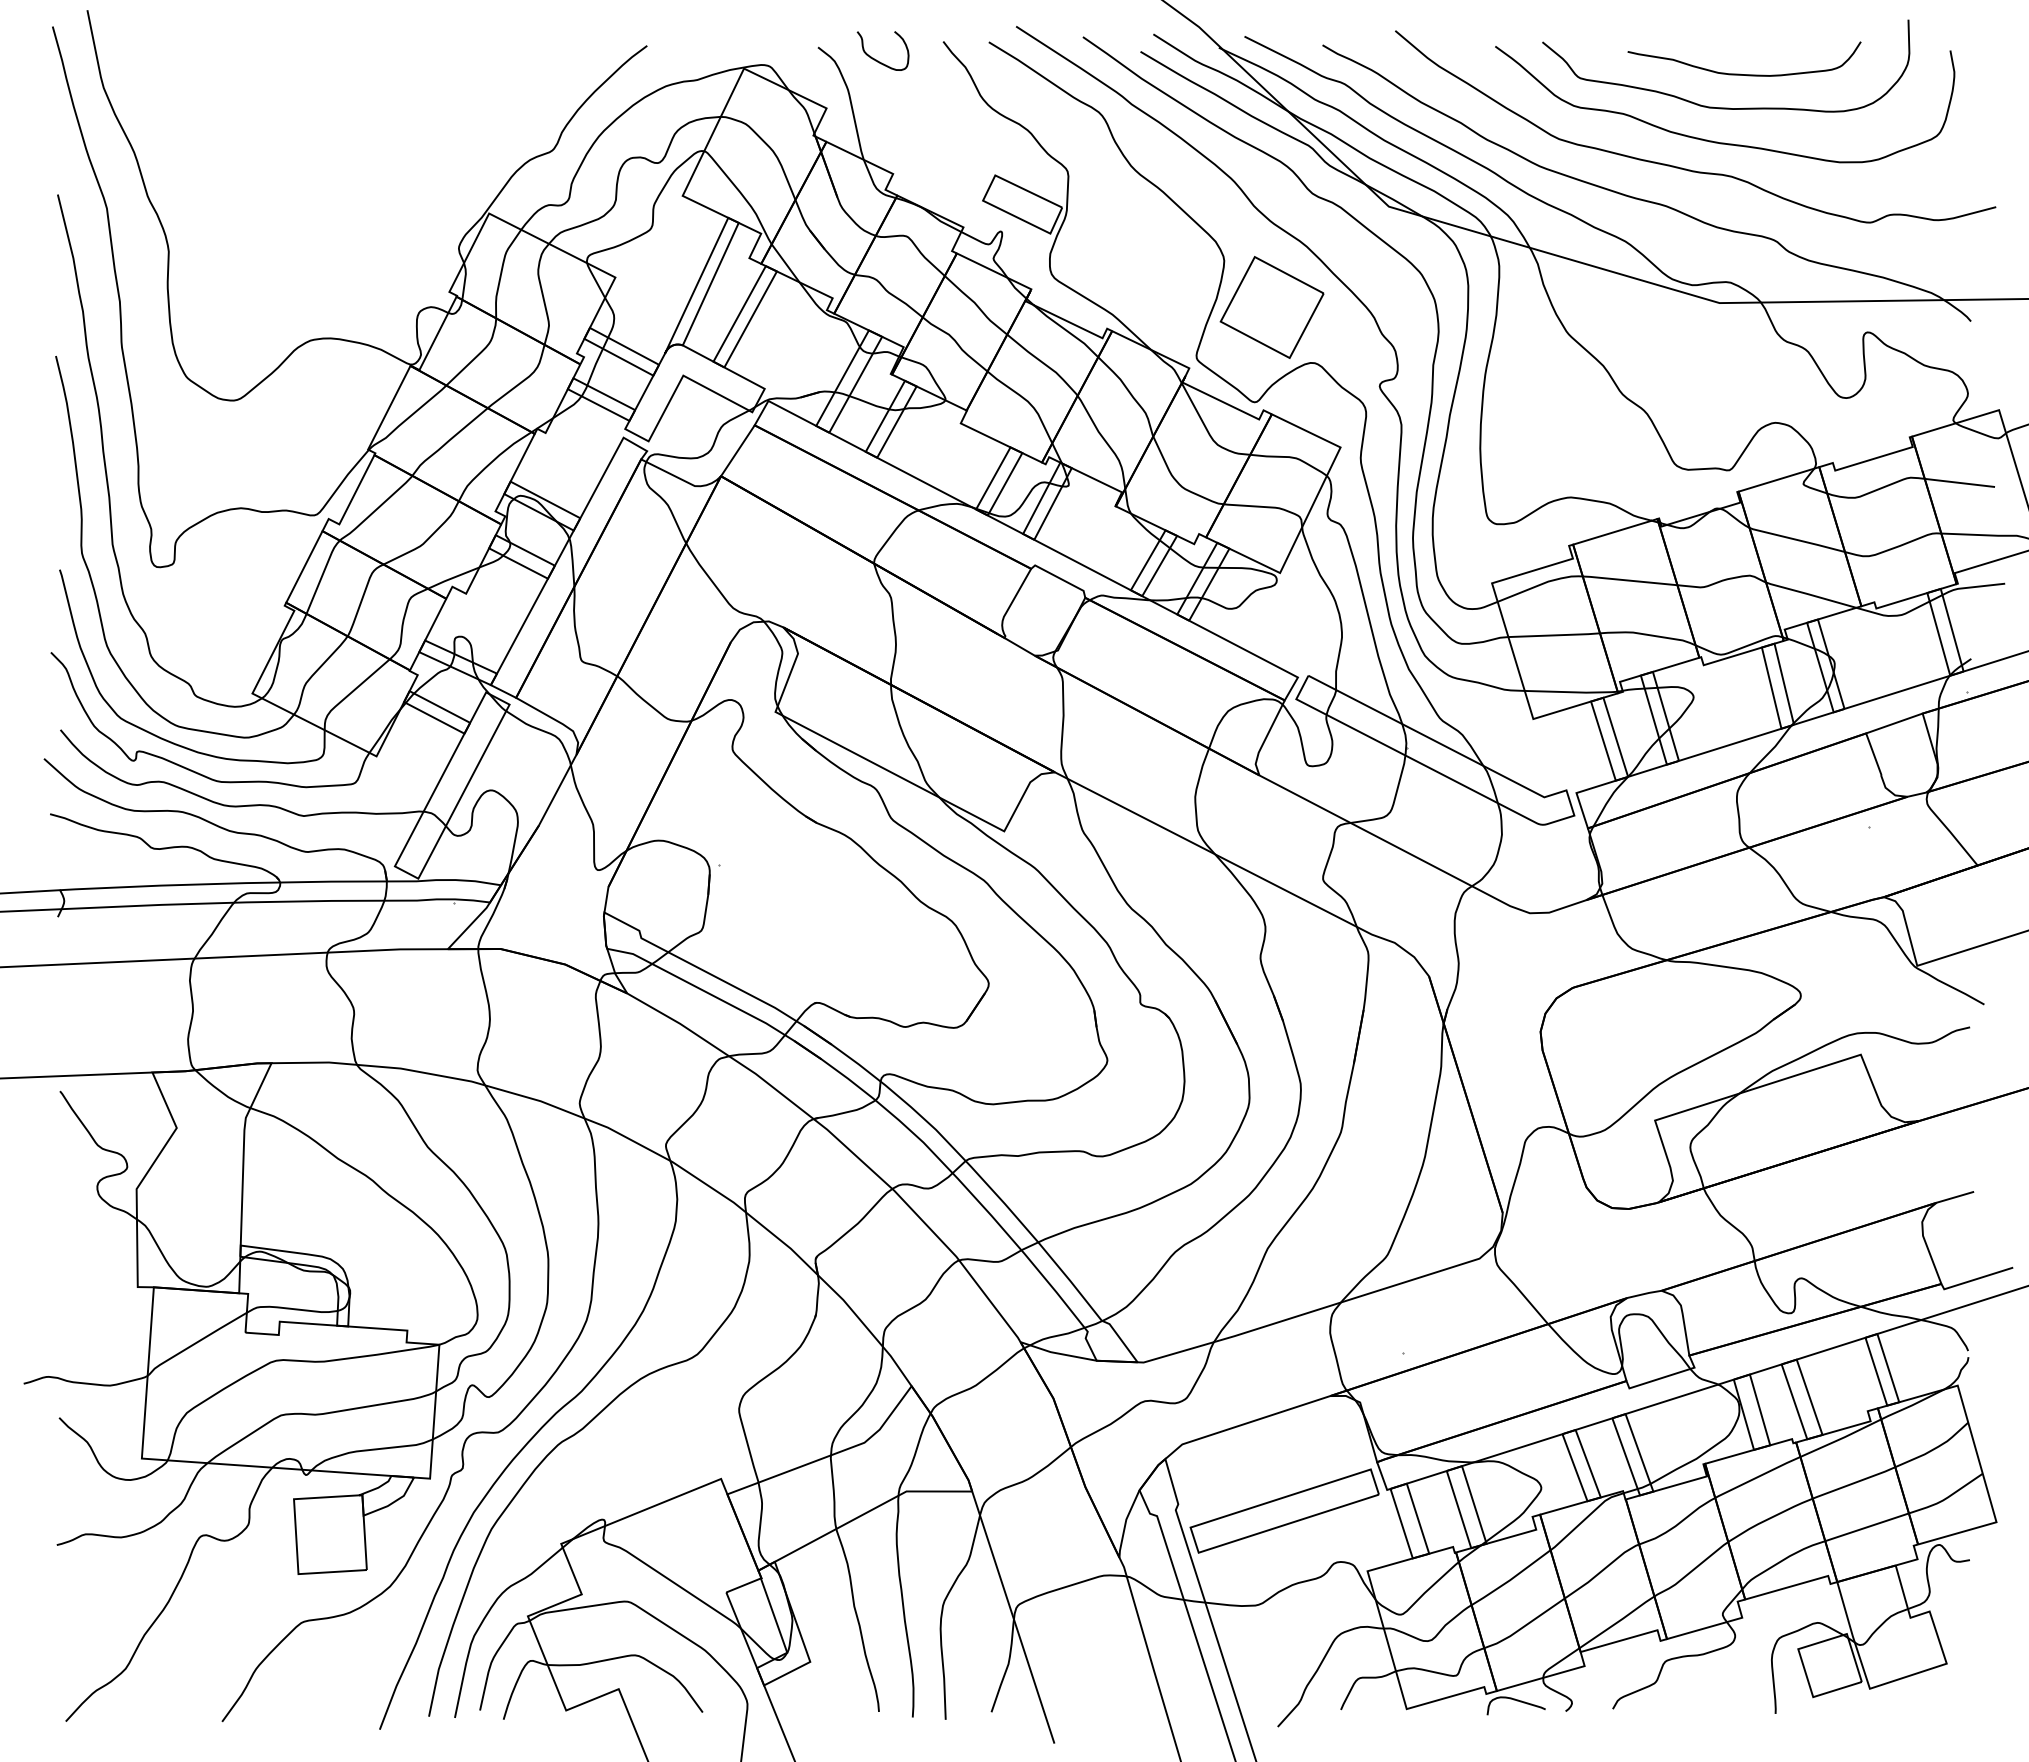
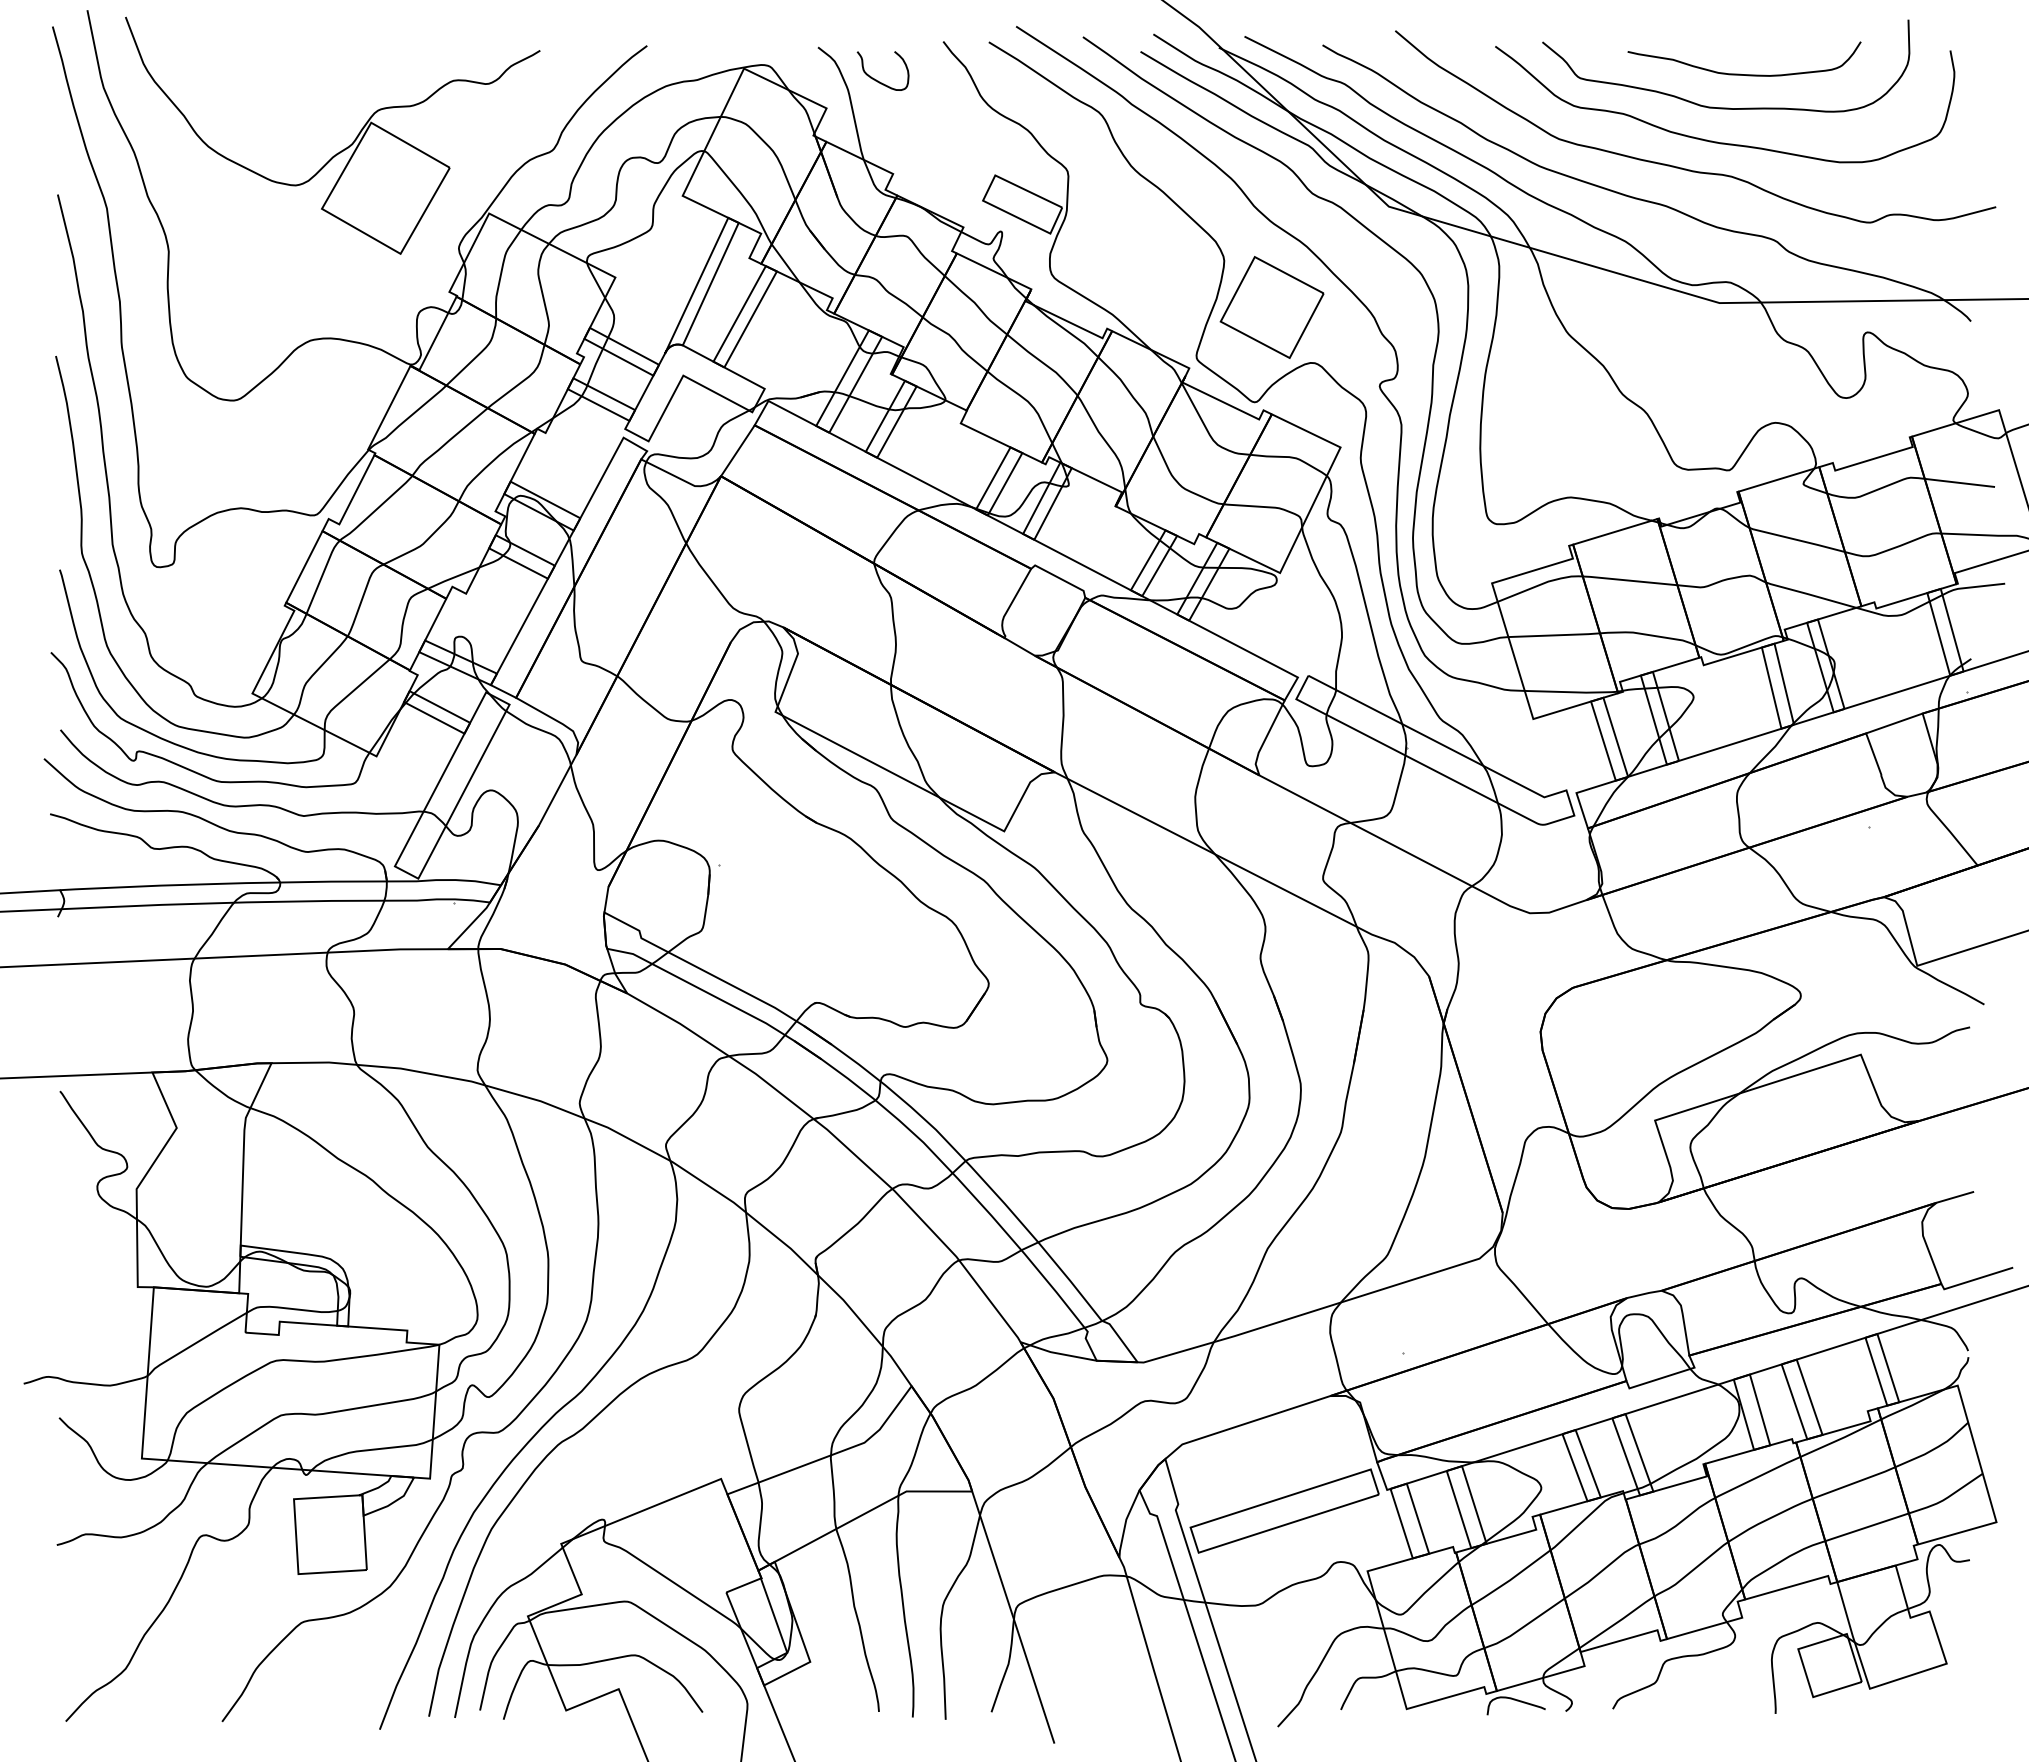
curve at (878, 60) position: (878, 60) -> (878, 80)
part at (342, 149): none -> present
